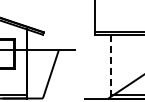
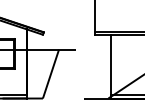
line at (110, 66): dashed -> solid
